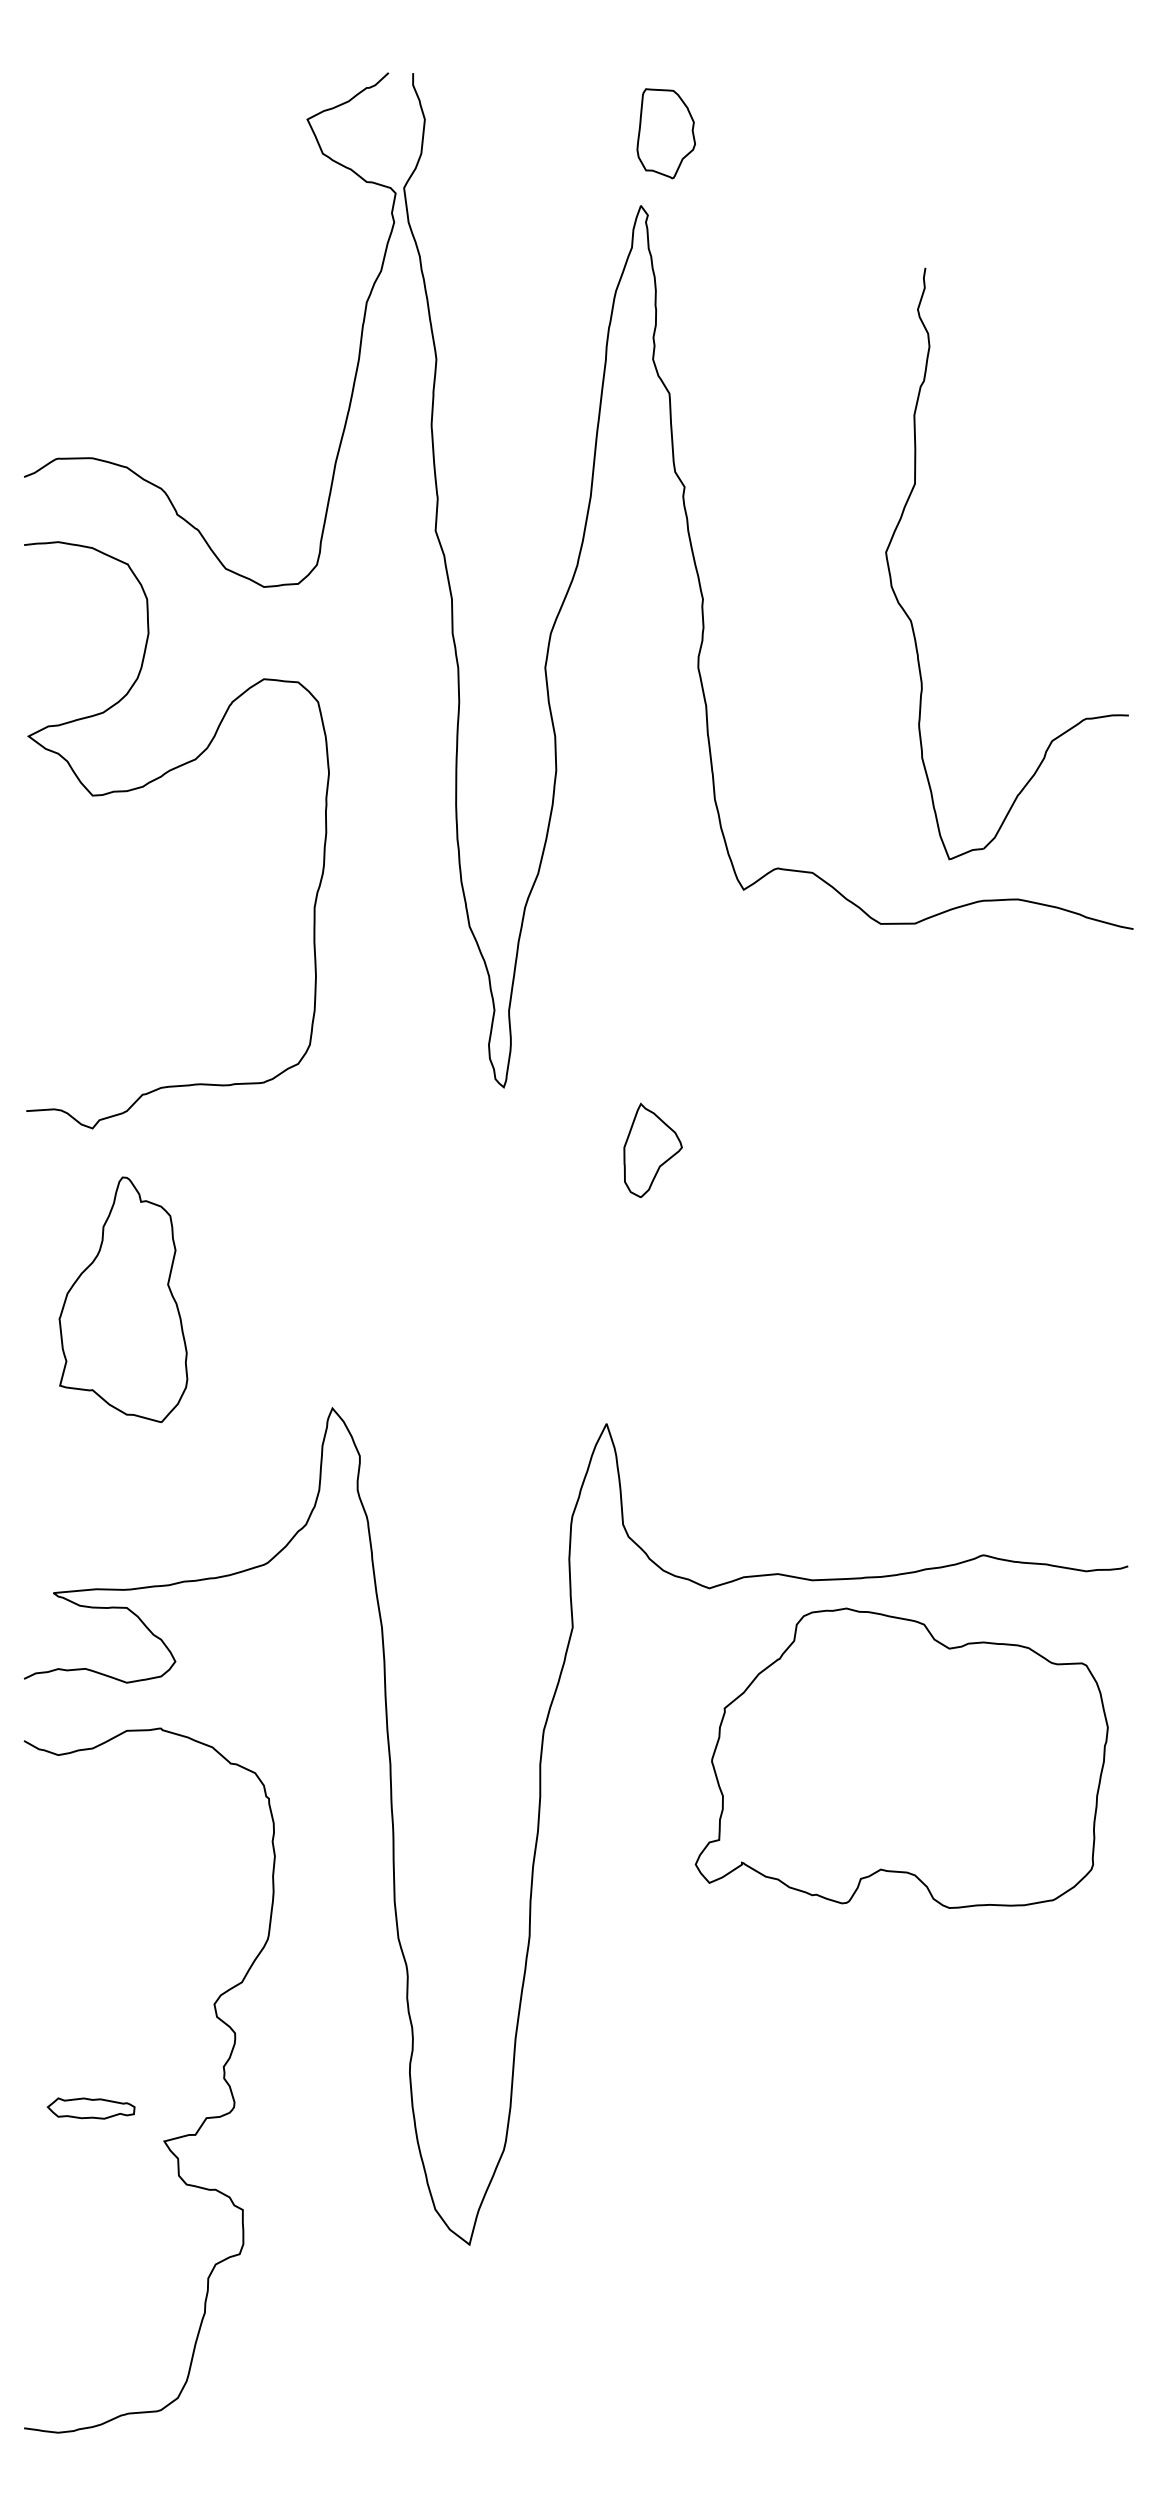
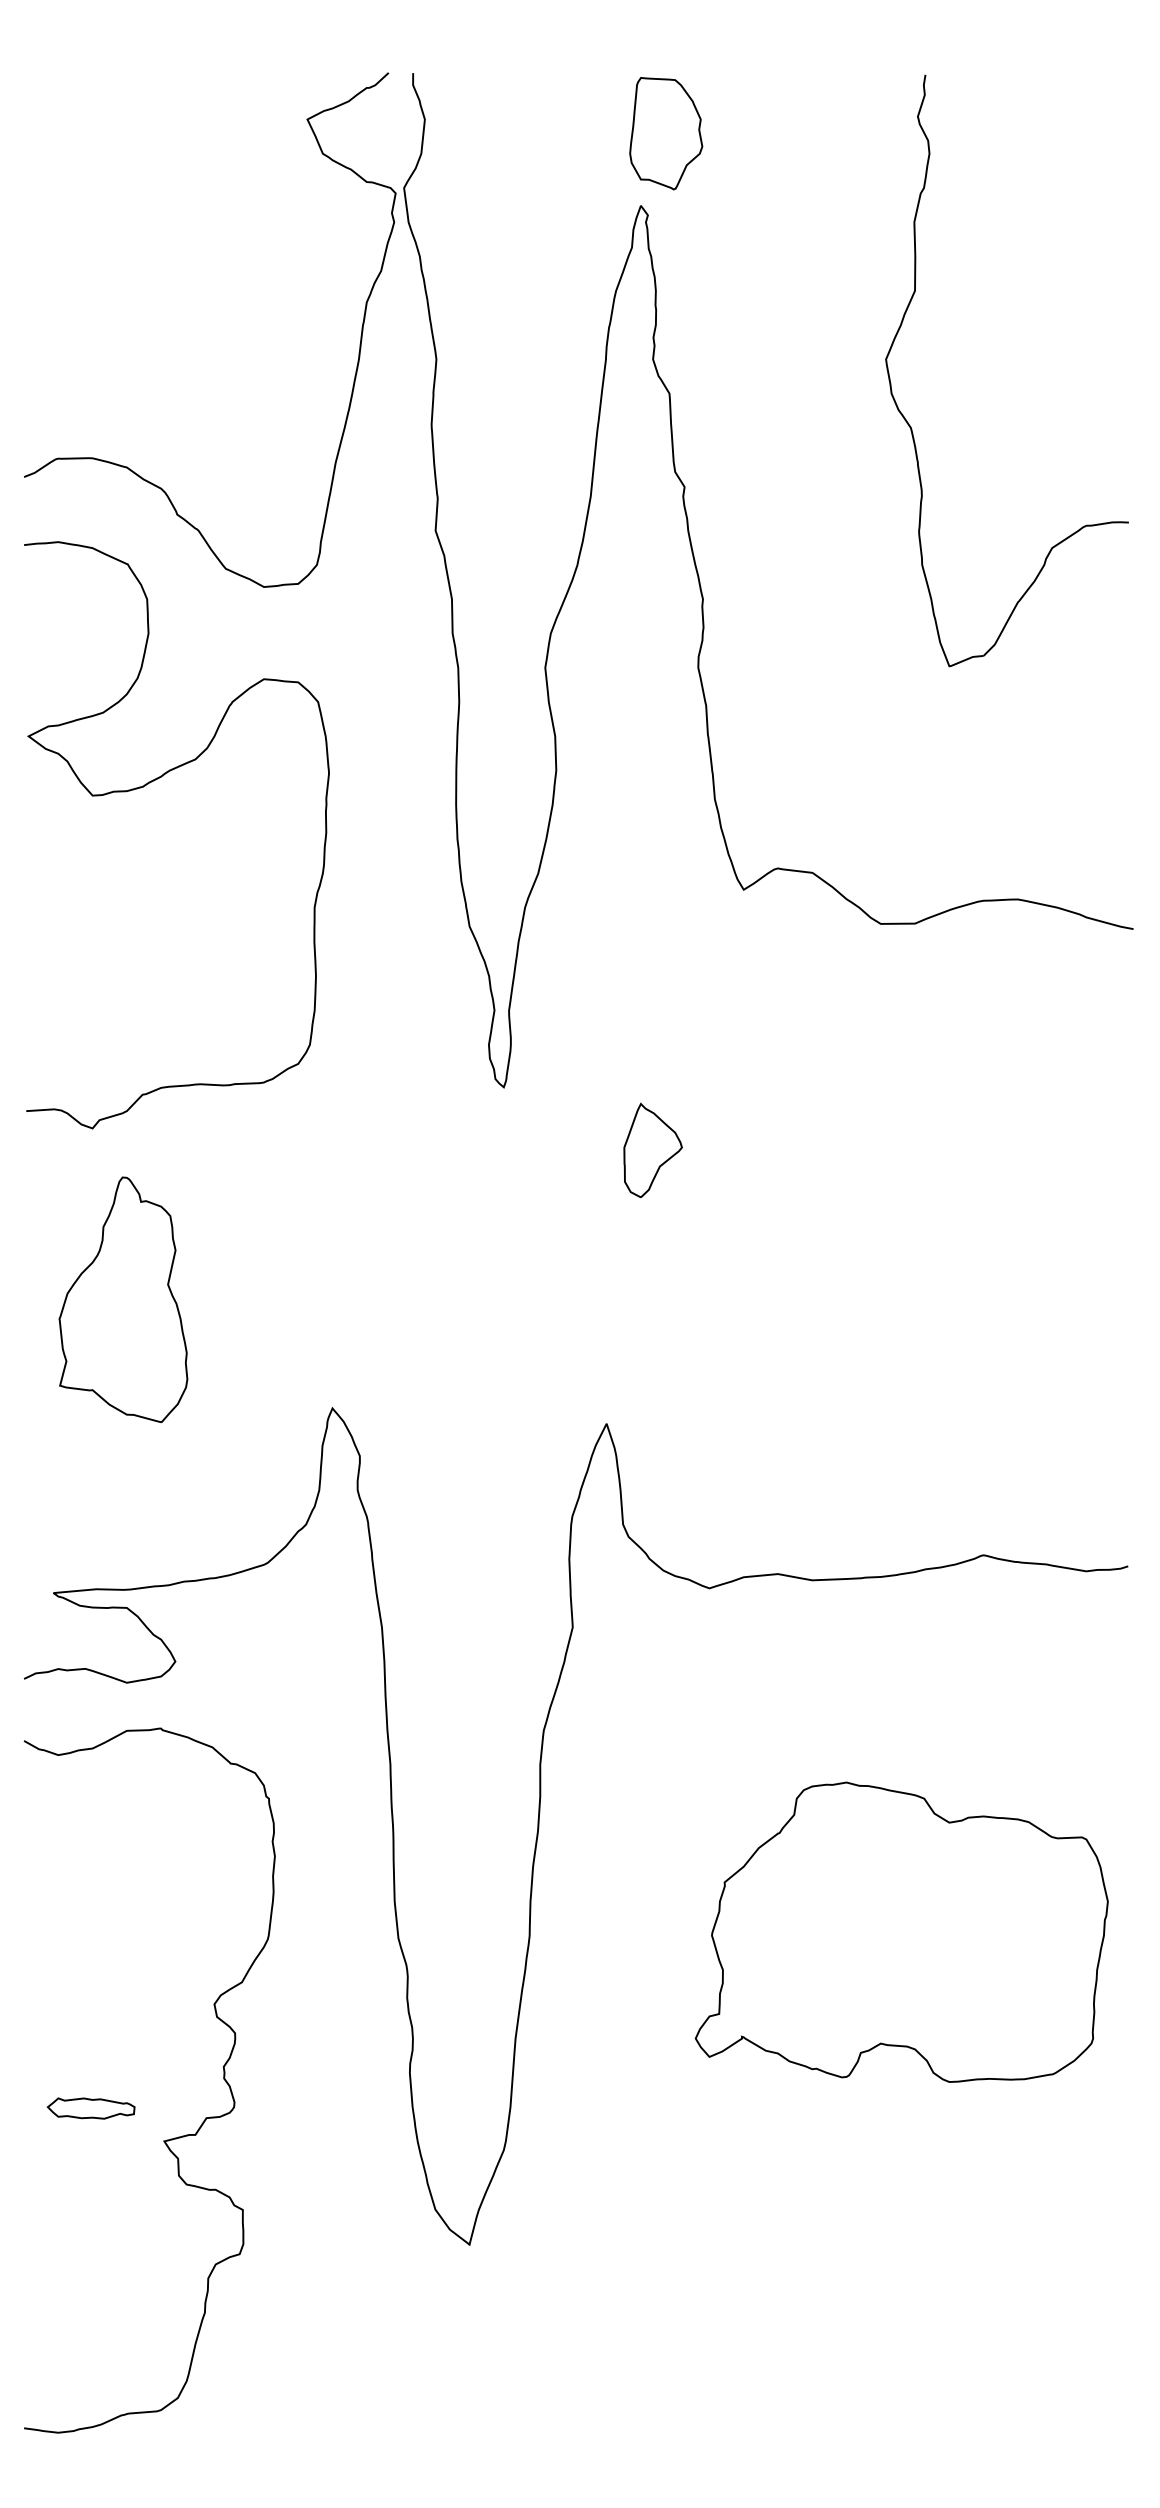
part at (665, 133) size: 60x92 px -> 75x114 px
part at (911, 619) position: (911, 619) -> (911, 426)
part at (901, 1757) position: (901, 1757) -> (901, 1931)
